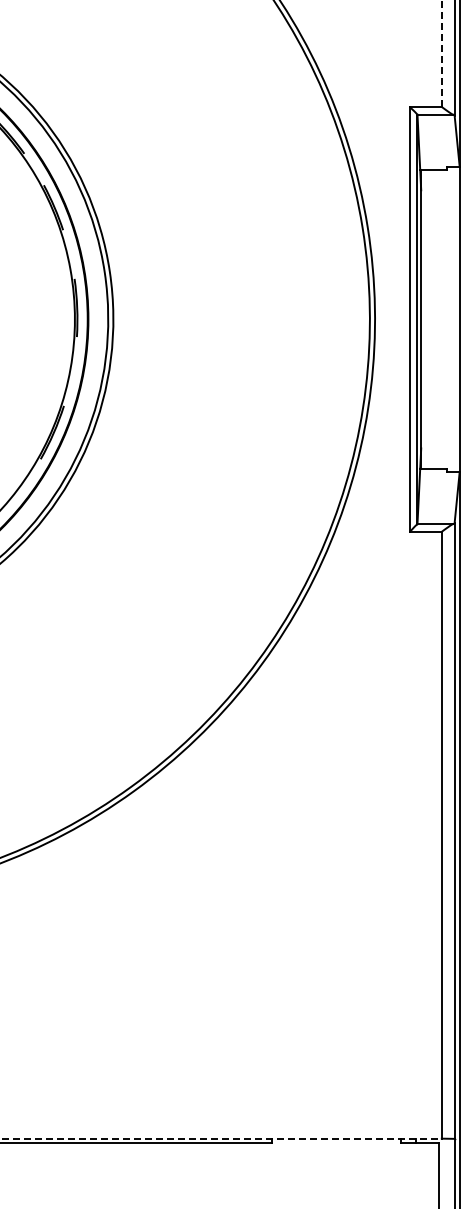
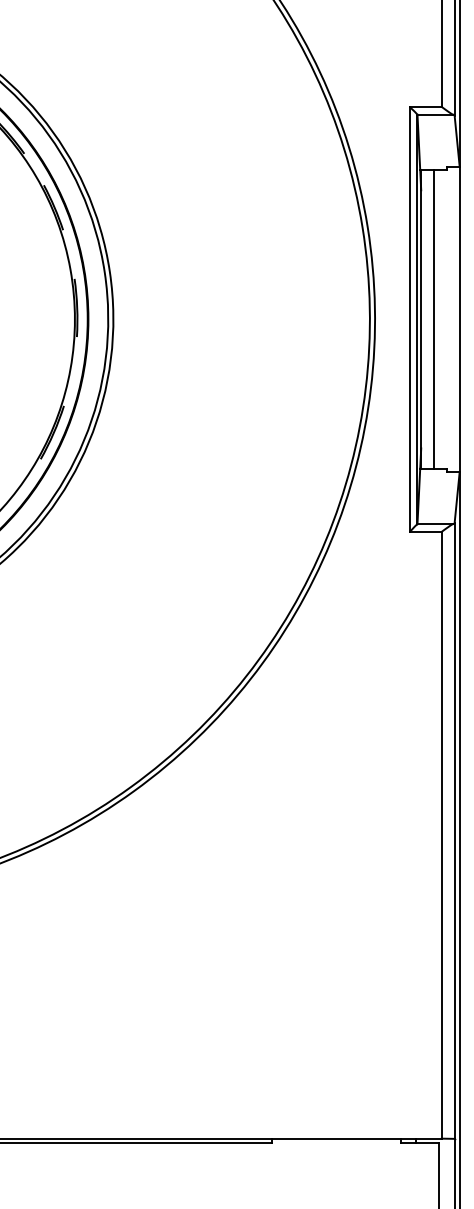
line at (441, 53): dashed -> solid
line at (434, 318): none -> present
line at (220, 1138): dashed -> solid
